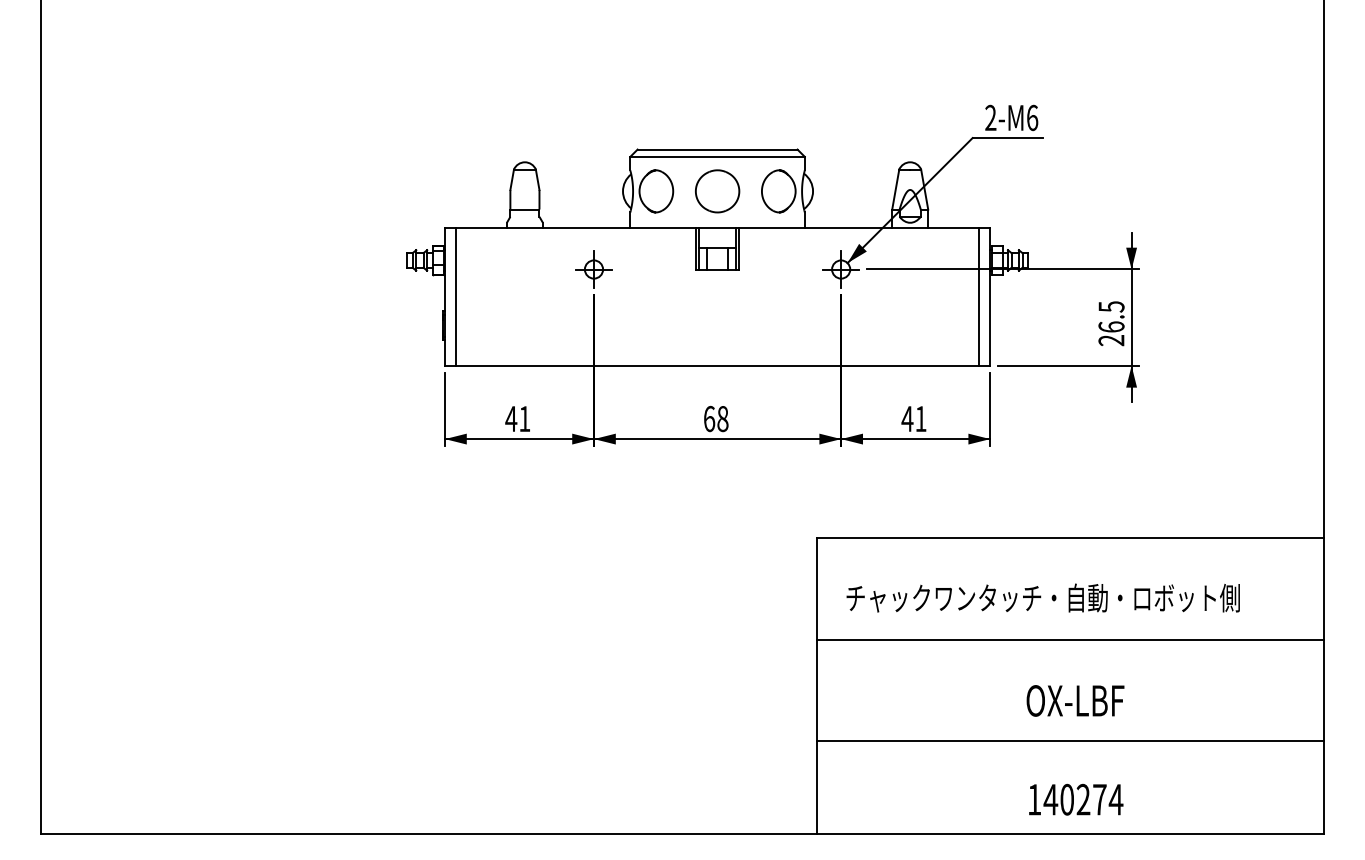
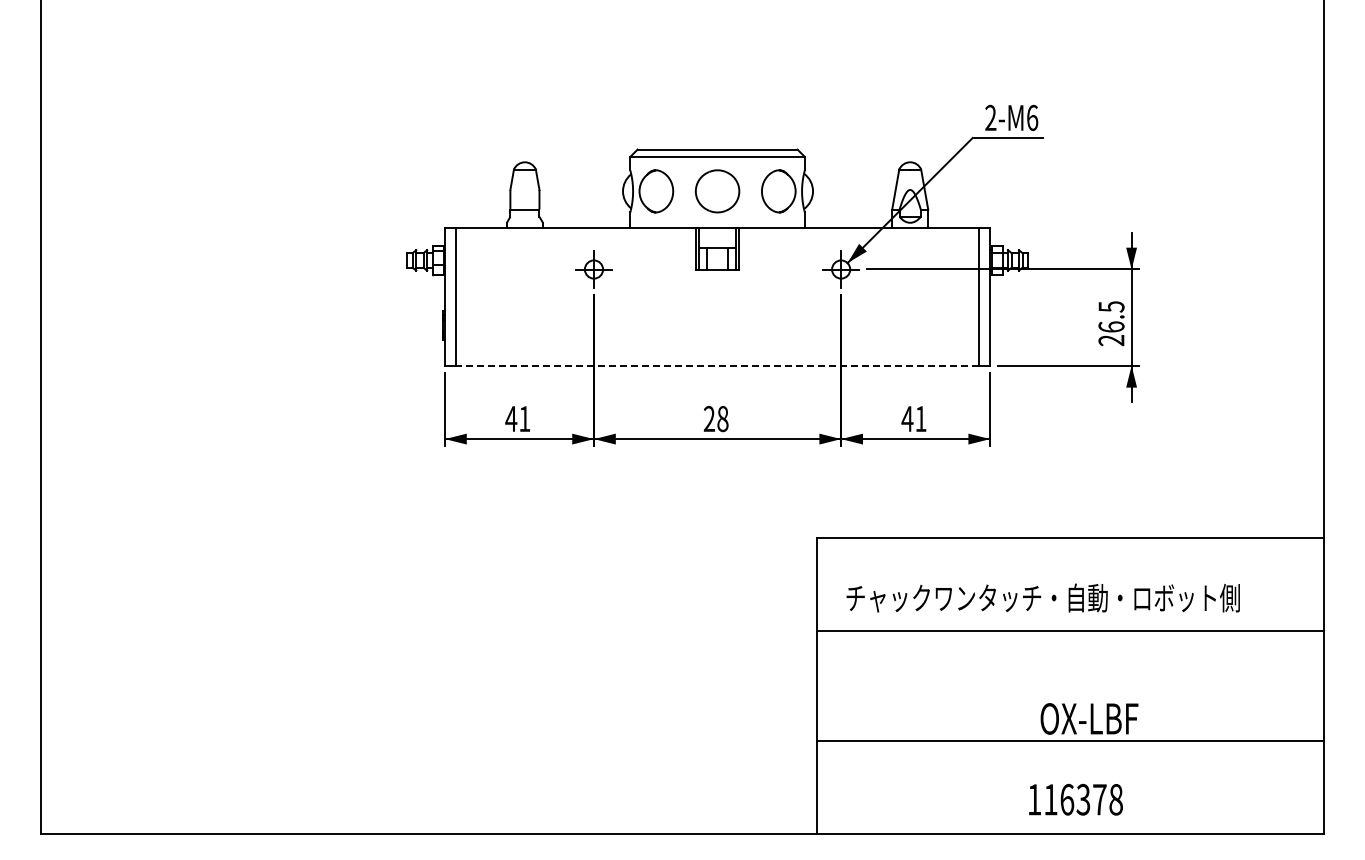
line at (717, 365): solid -> dashed
text at (709, 418): 68 -> 28
line at (1070, 639) position: (1070, 639) -> (1070, 630)
text at (1075, 700) position: (1075, 700) -> (1089, 718)
text at (1083, 799): 140274 -> 116378
